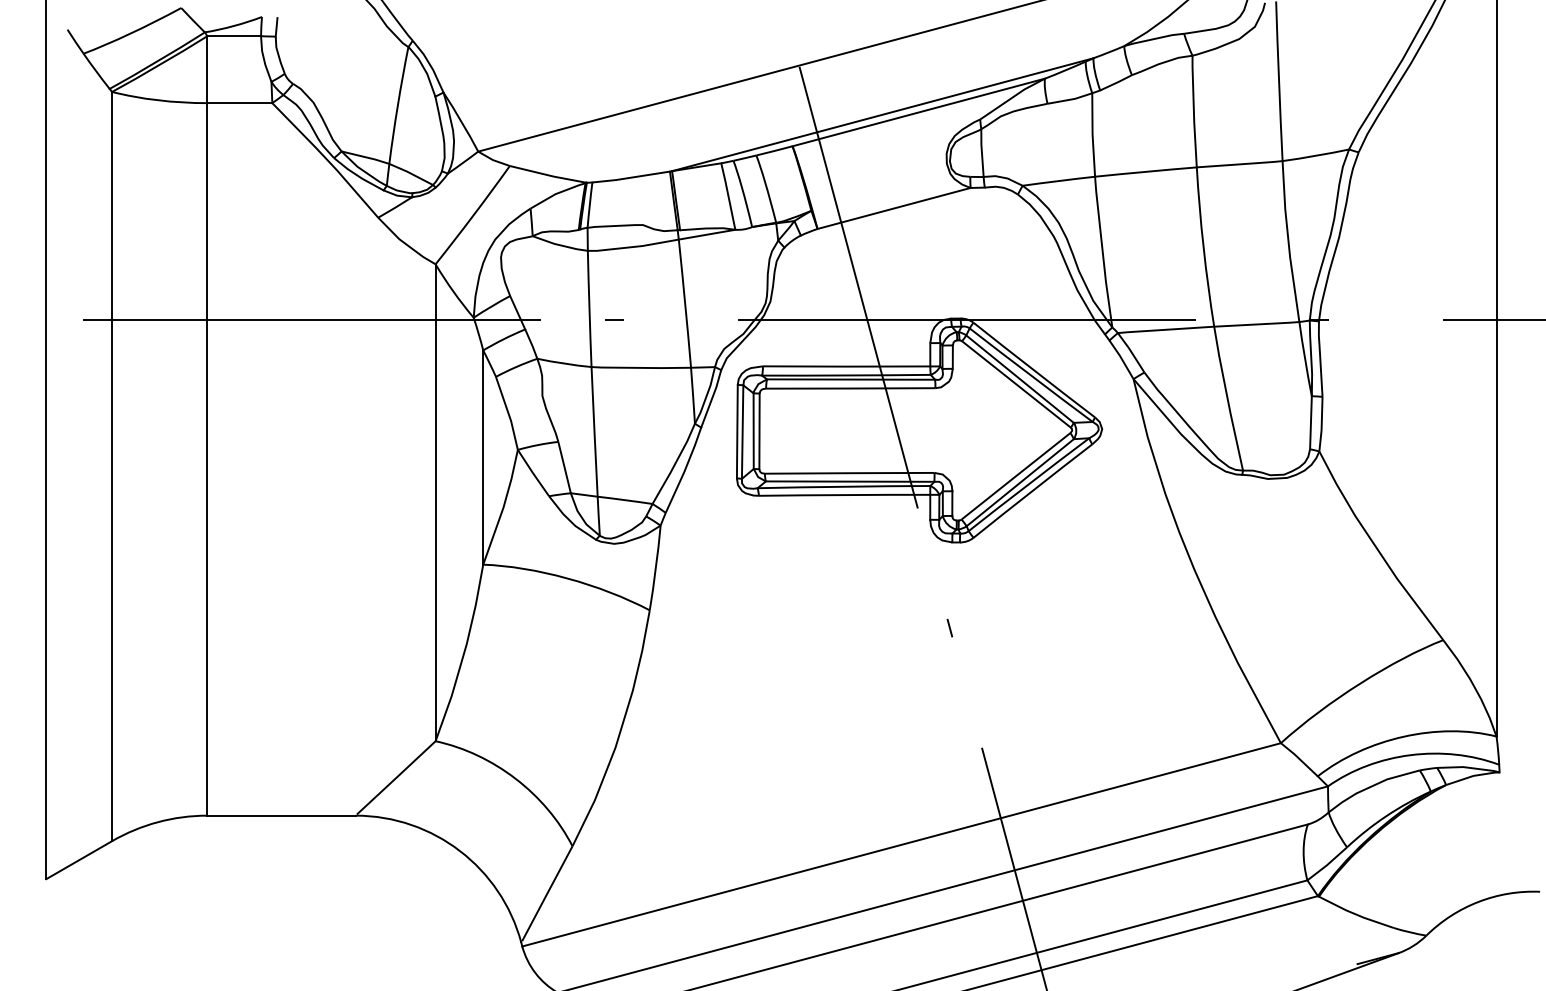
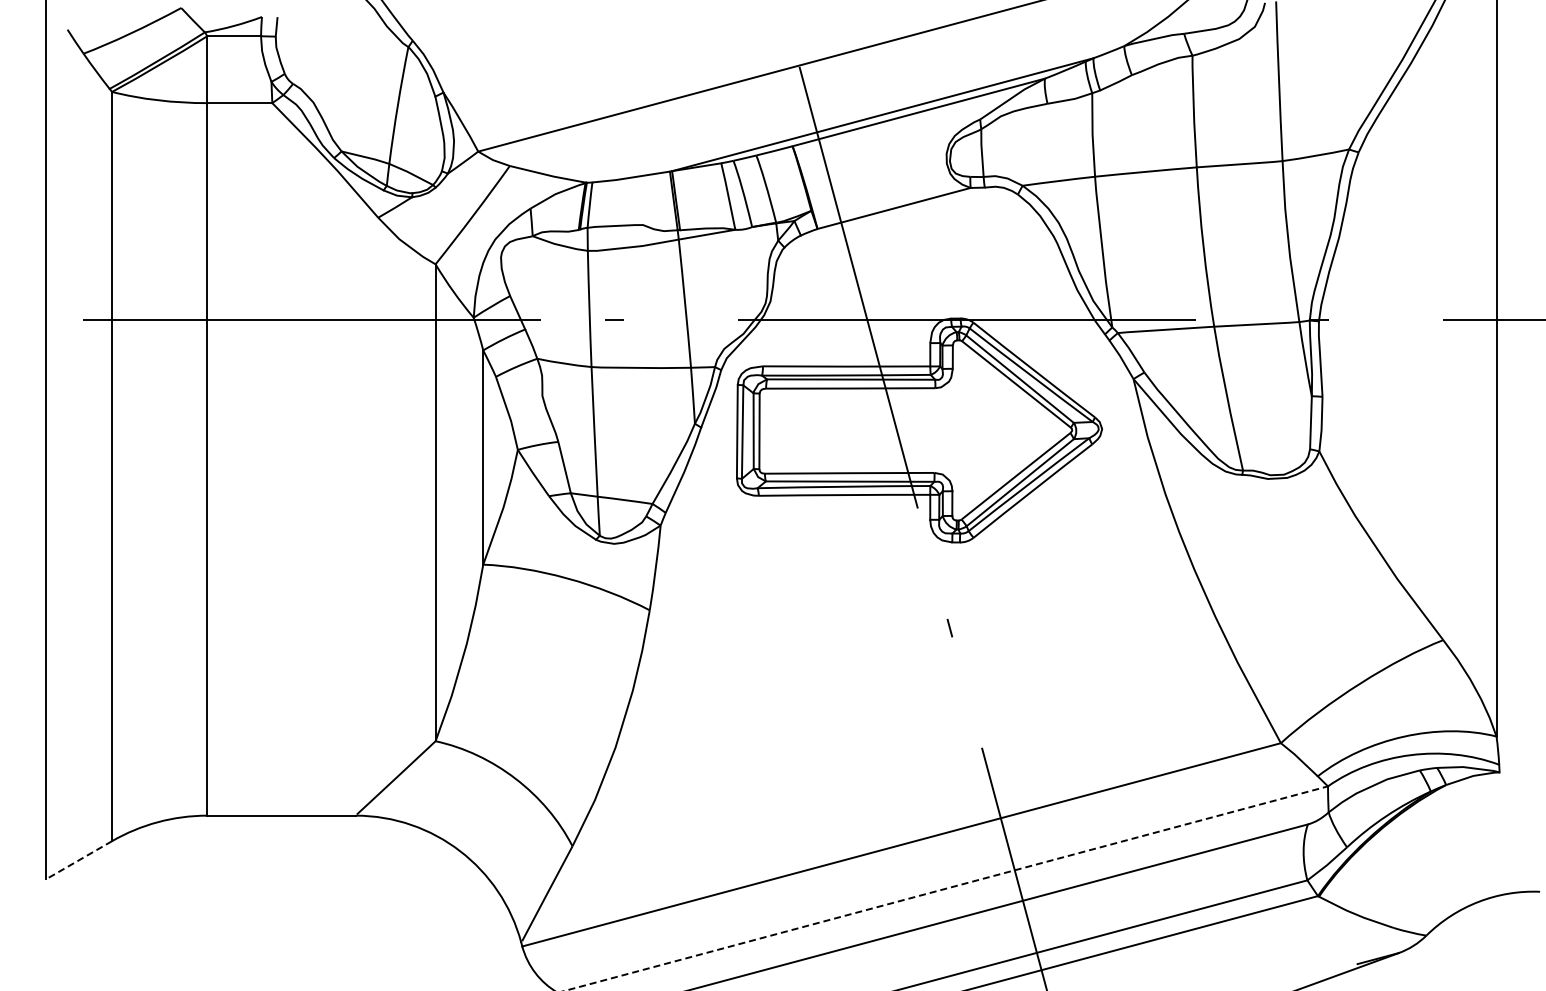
line at (79, 860): solid -> dashed
line at (946, 888): solid -> dashed
